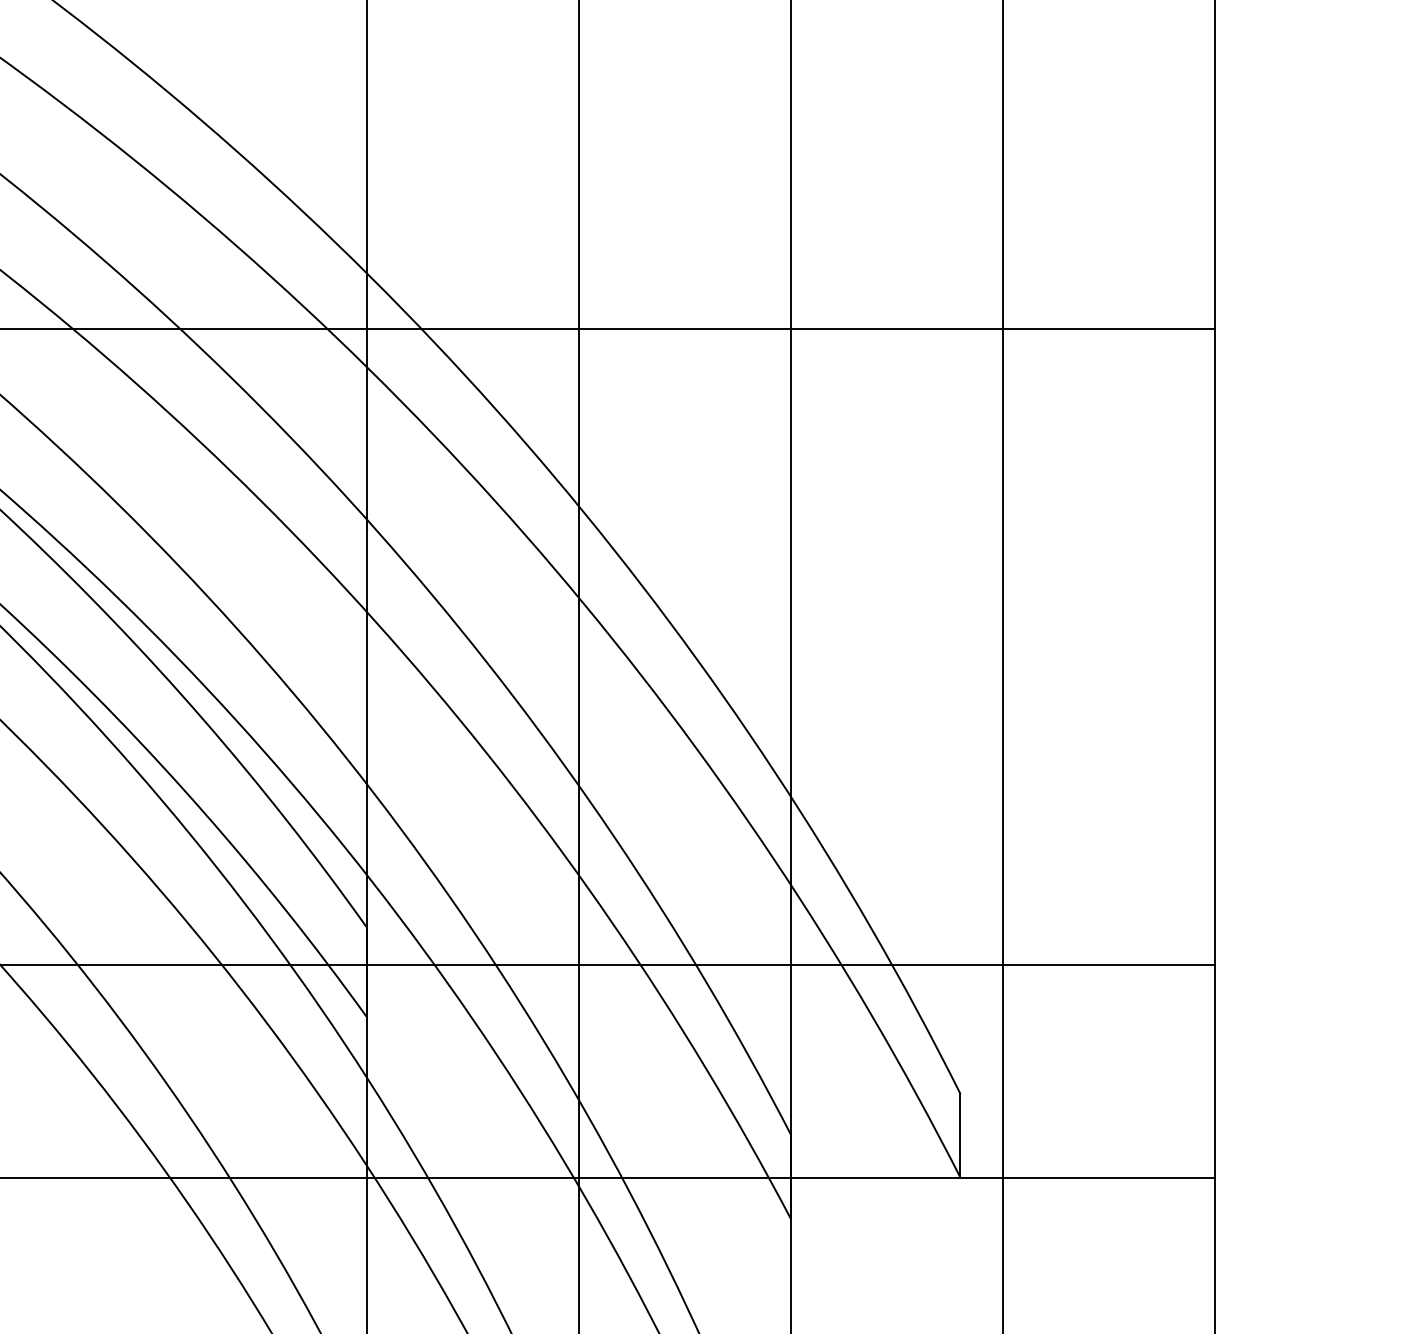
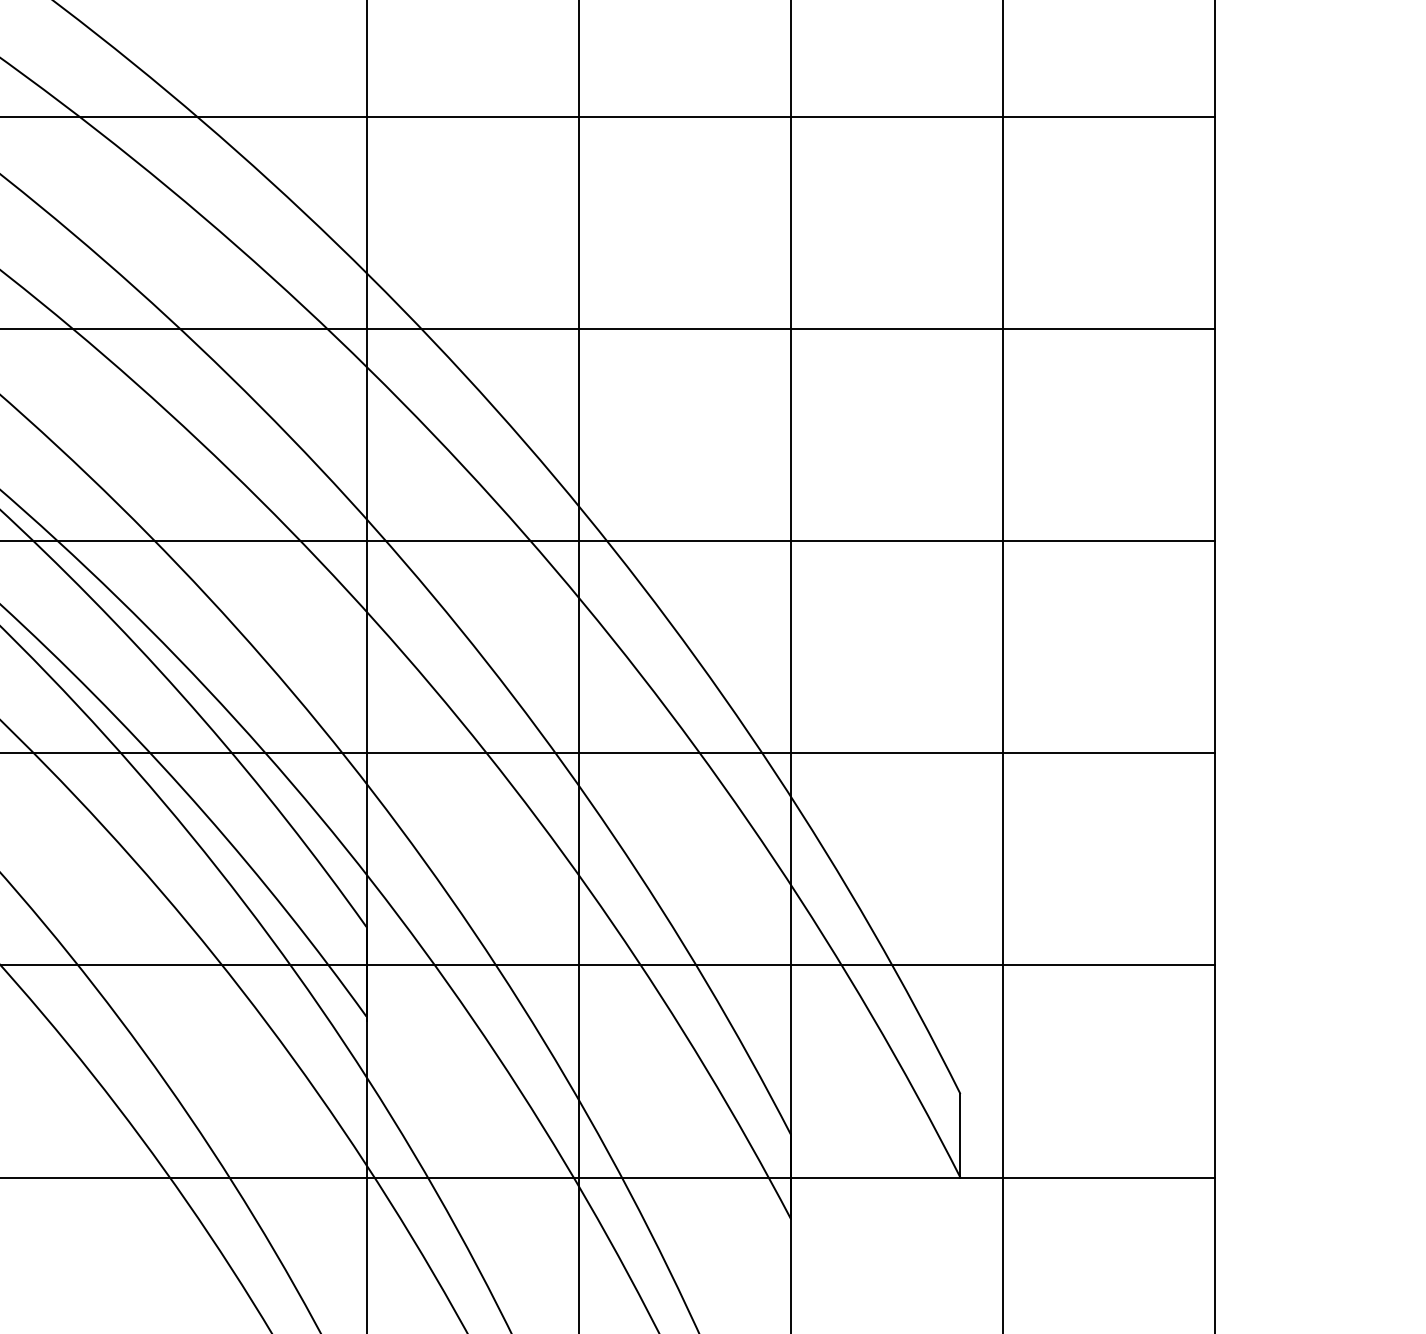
line at (608, 116): none -> present
line at (608, 541): none -> present
line at (608, 753): none -> present
